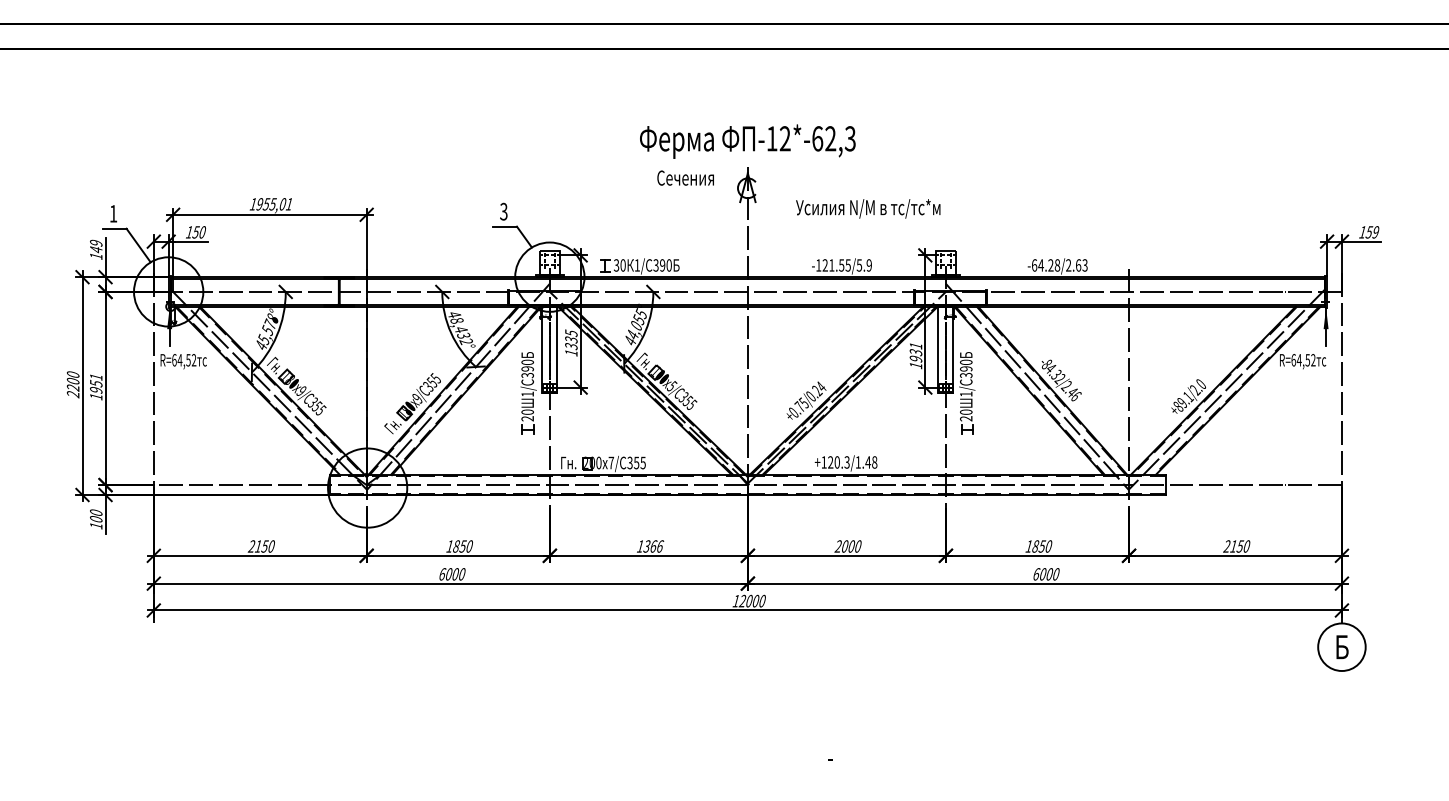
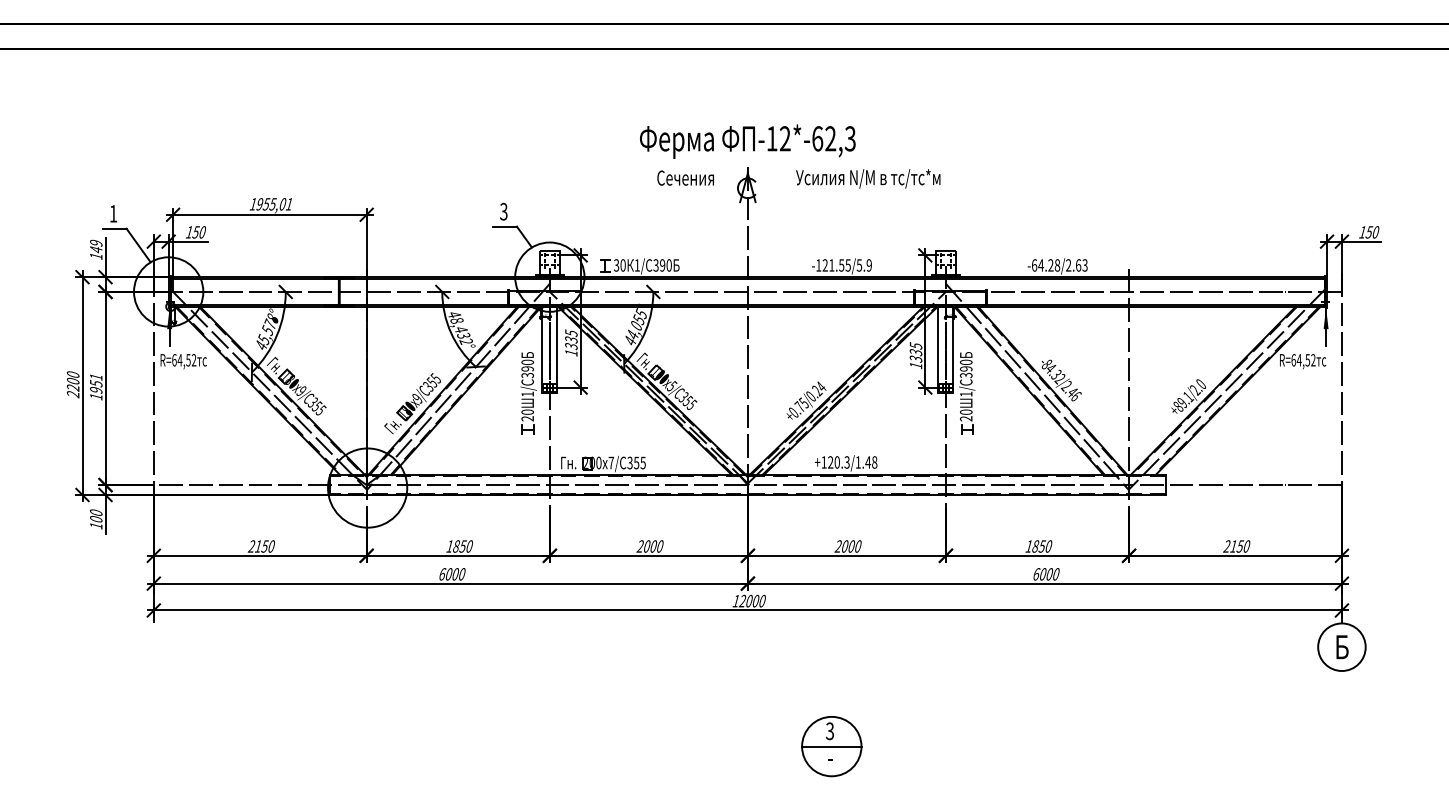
text at (868, 208) position: (868, 208) -> (868, 178)
text at (1375, 232): 159 -> 150
text at (915, 352): 1931 -> 1335
text at (650, 546): 1366 -> 2000
part at (831, 746): none -> present
